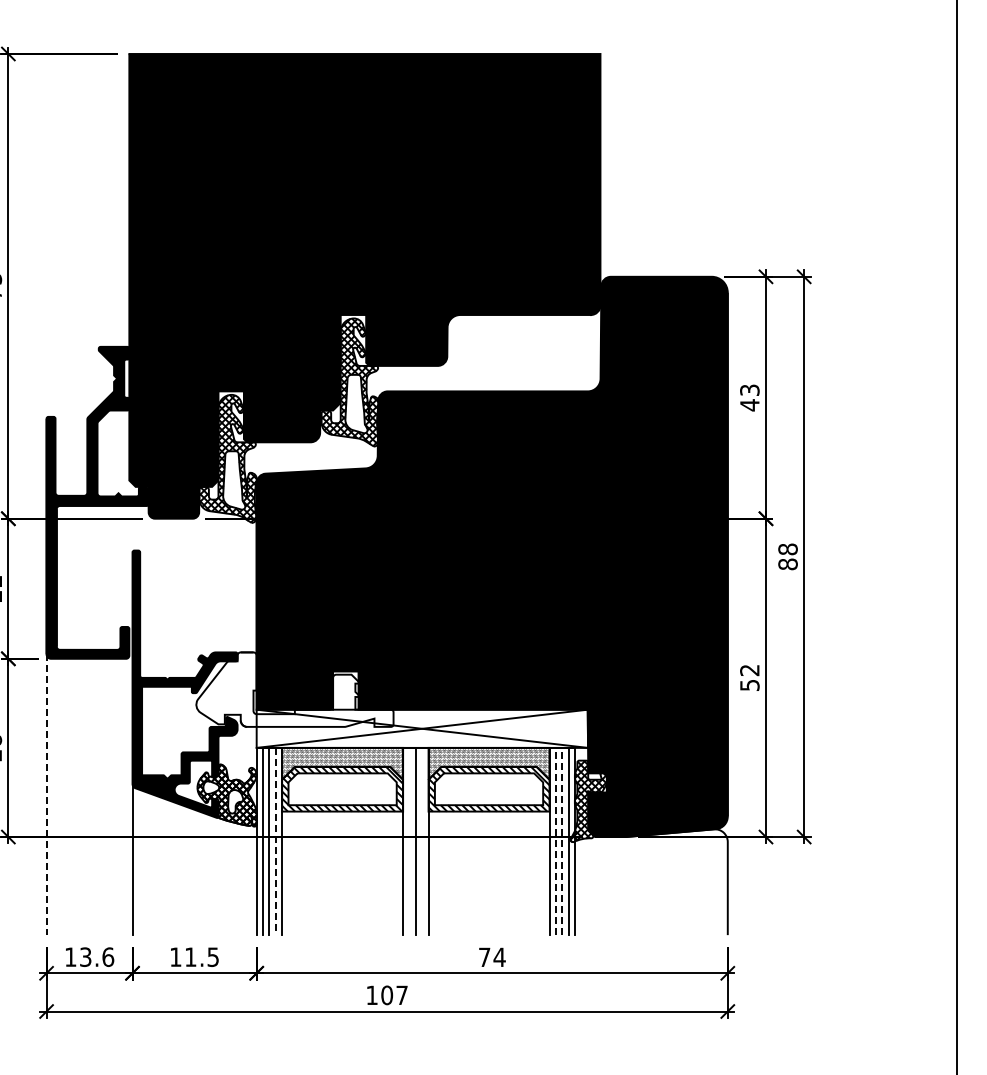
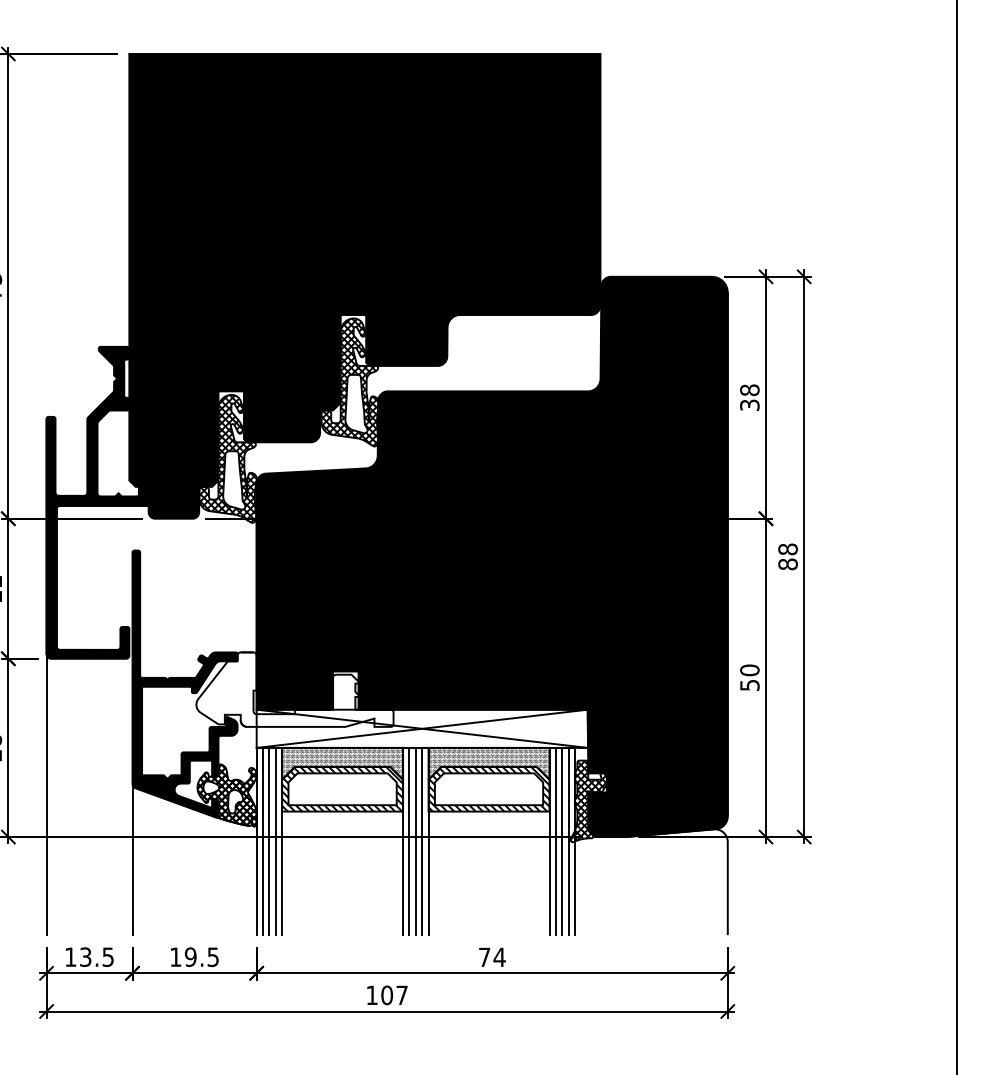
text at (749, 397): 43 -> 38
text at (749, 670): 52 -> 50
line at (46, 795): dashed -> solid
line at (275, 841): dashed -> solid
line at (409, 841): none -> present
line at (422, 841): none -> present
line at (555, 841): dashed -> solid
line at (562, 841): dashed -> solid
text at (108, 956): 13.6 -> 13.5
text at (190, 957): 11.5 -> 19.5
